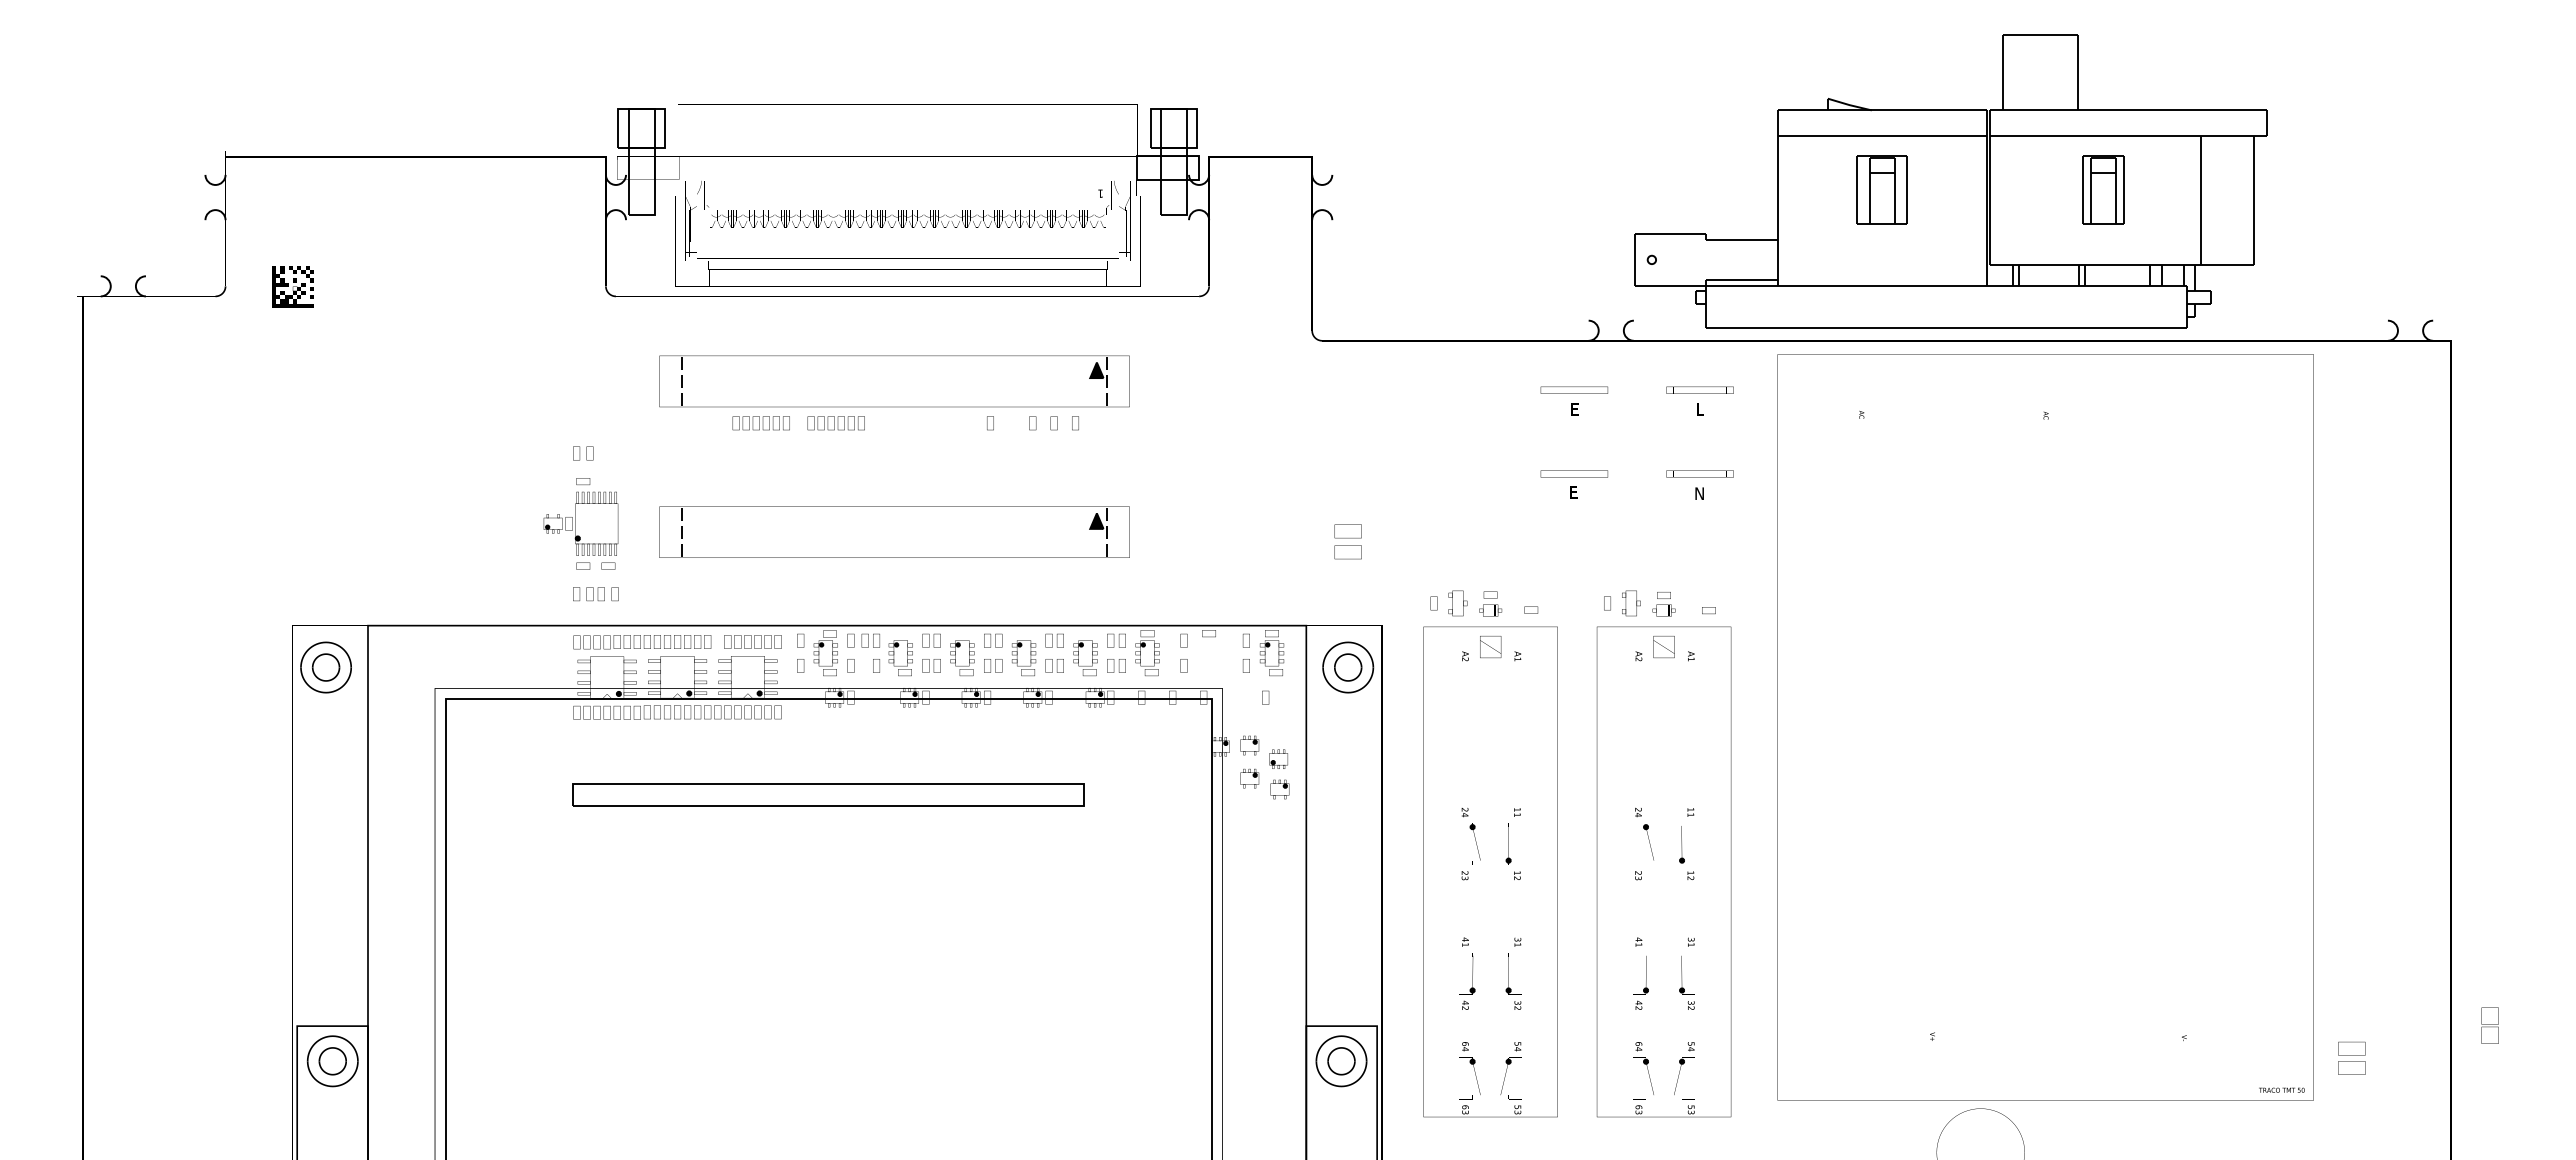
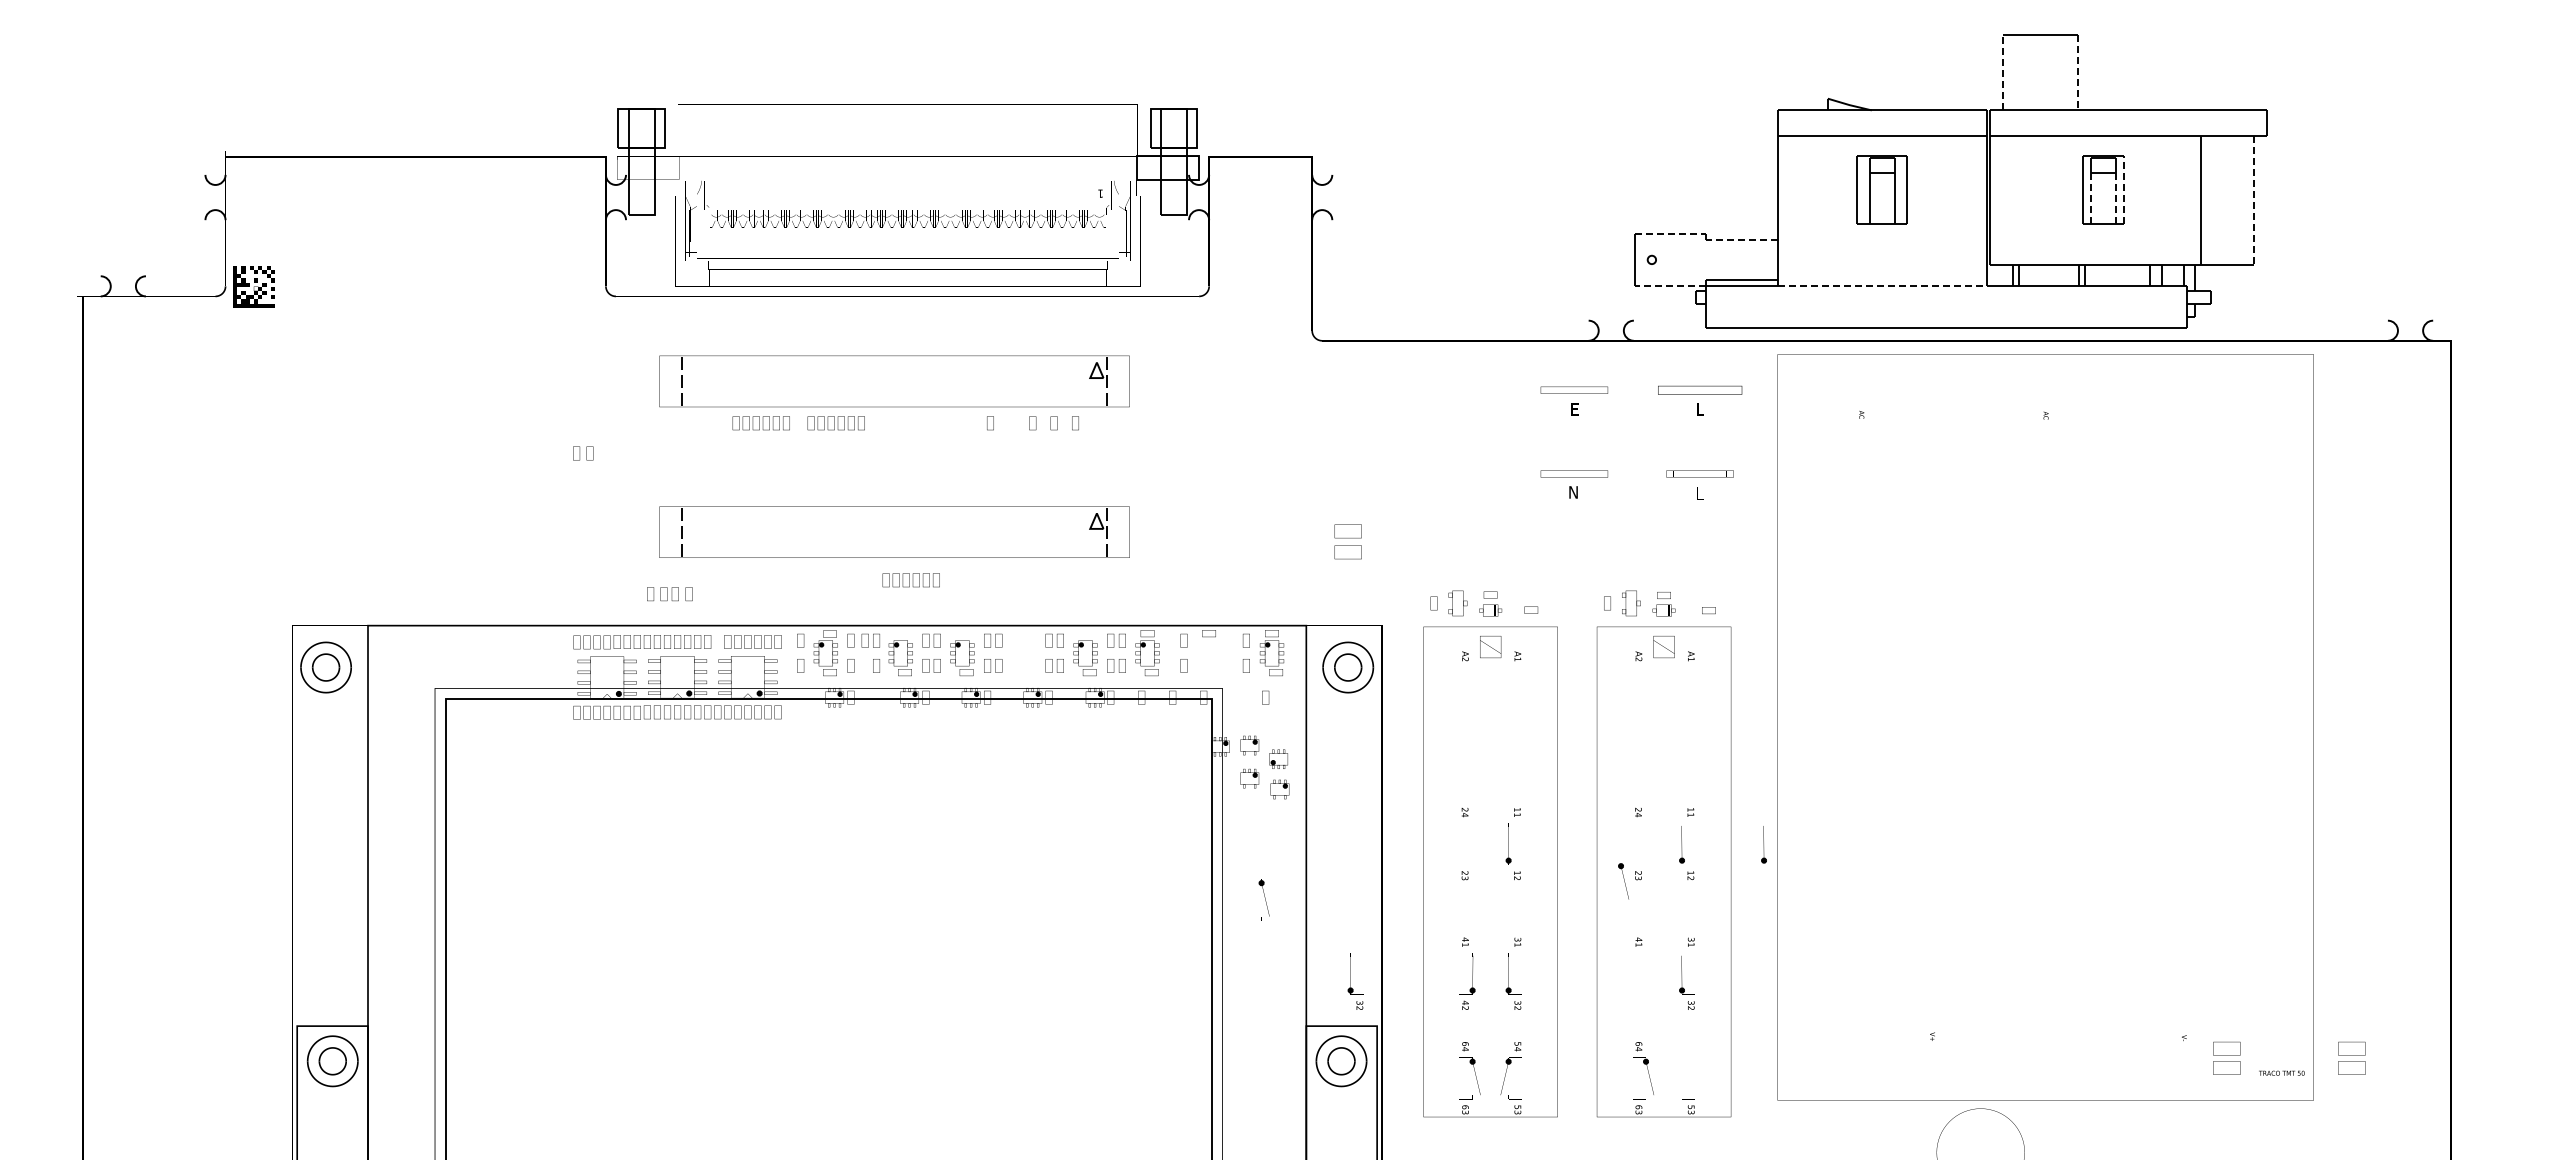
line at (2002, 72): solid -> dashed
line at (2078, 72): solid -> dashed
line at (2124, 190): solid -> dashed
line at (2090, 197): solid -> dashed
line at (2116, 198): solid -> dashed
line at (2254, 200): solid -> dashed
line at (1670, 233): solid -> dashed
line at (1741, 239): solid -> dashed
part at (292, 286) position: (292, 286) -> (253, 286)
line at (1670, 286): solid -> dashed
line at (1882, 286): solid -> dashed
fill at (1096, 370): present -> none
part at (1699, 389) size: 68x8 px -> 85x10 px
text at (1573, 492): E -> N
text at (1699, 493): N -> L
fill at (1096, 520): present -> none
part at (580, 523): present -> none
part at (910, 580): none -> present
part at (595, 594) position: (595, 594) -> (669, 594)
part at (1024, 658): present -> none
part at (828, 794): present -> none
part at (1648, 842) position: (1648, 842) -> (1623, 881)
part at (1474, 843) position: (1474, 843) -> (1263, 899)
part at (1763, 844): none -> present
part at (1355, 981): none -> present
part at (1640, 982): present -> none
part at (2489, 1025): present -> none
part at (2226, 1057): none -> present
part at (1684, 1068): present -> none
text at (2281, 1089) position: (2281, 1089) -> (2281, 1072)
